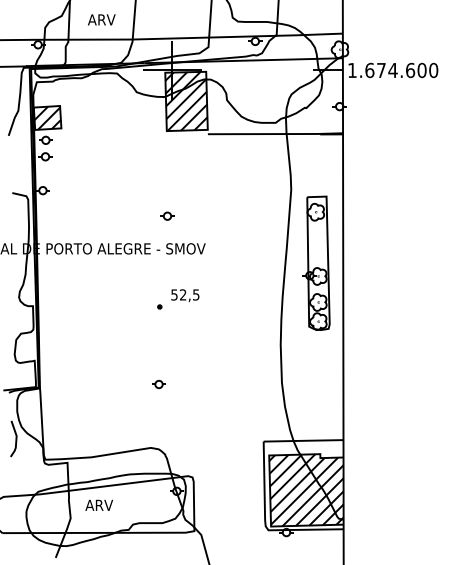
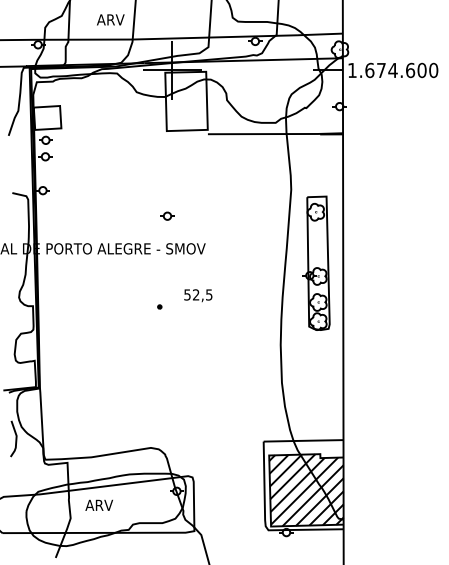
text at (101, 19) position: (101, 19) -> (110, 19)
hatch at (186, 101): present -> none
hatch at (46, 117): present -> none
text at (185, 295) position: (185, 295) -> (198, 295)
part at (158, 384): present -> none
